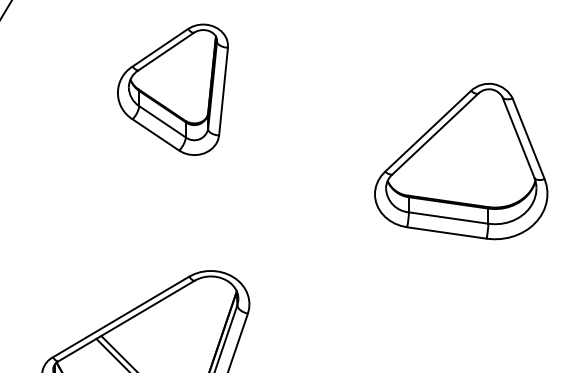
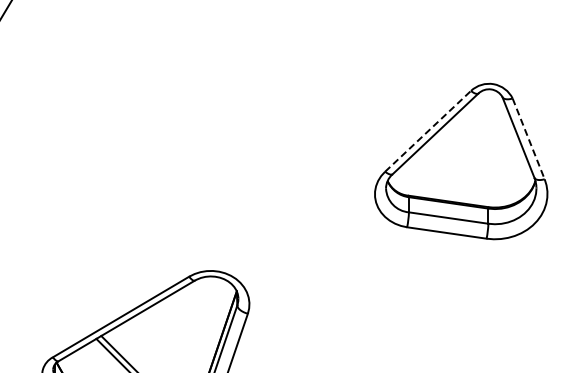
part at (172, 89): present -> none
line at (428, 131): solid -> dashed
line at (528, 139): solid -> dashed
